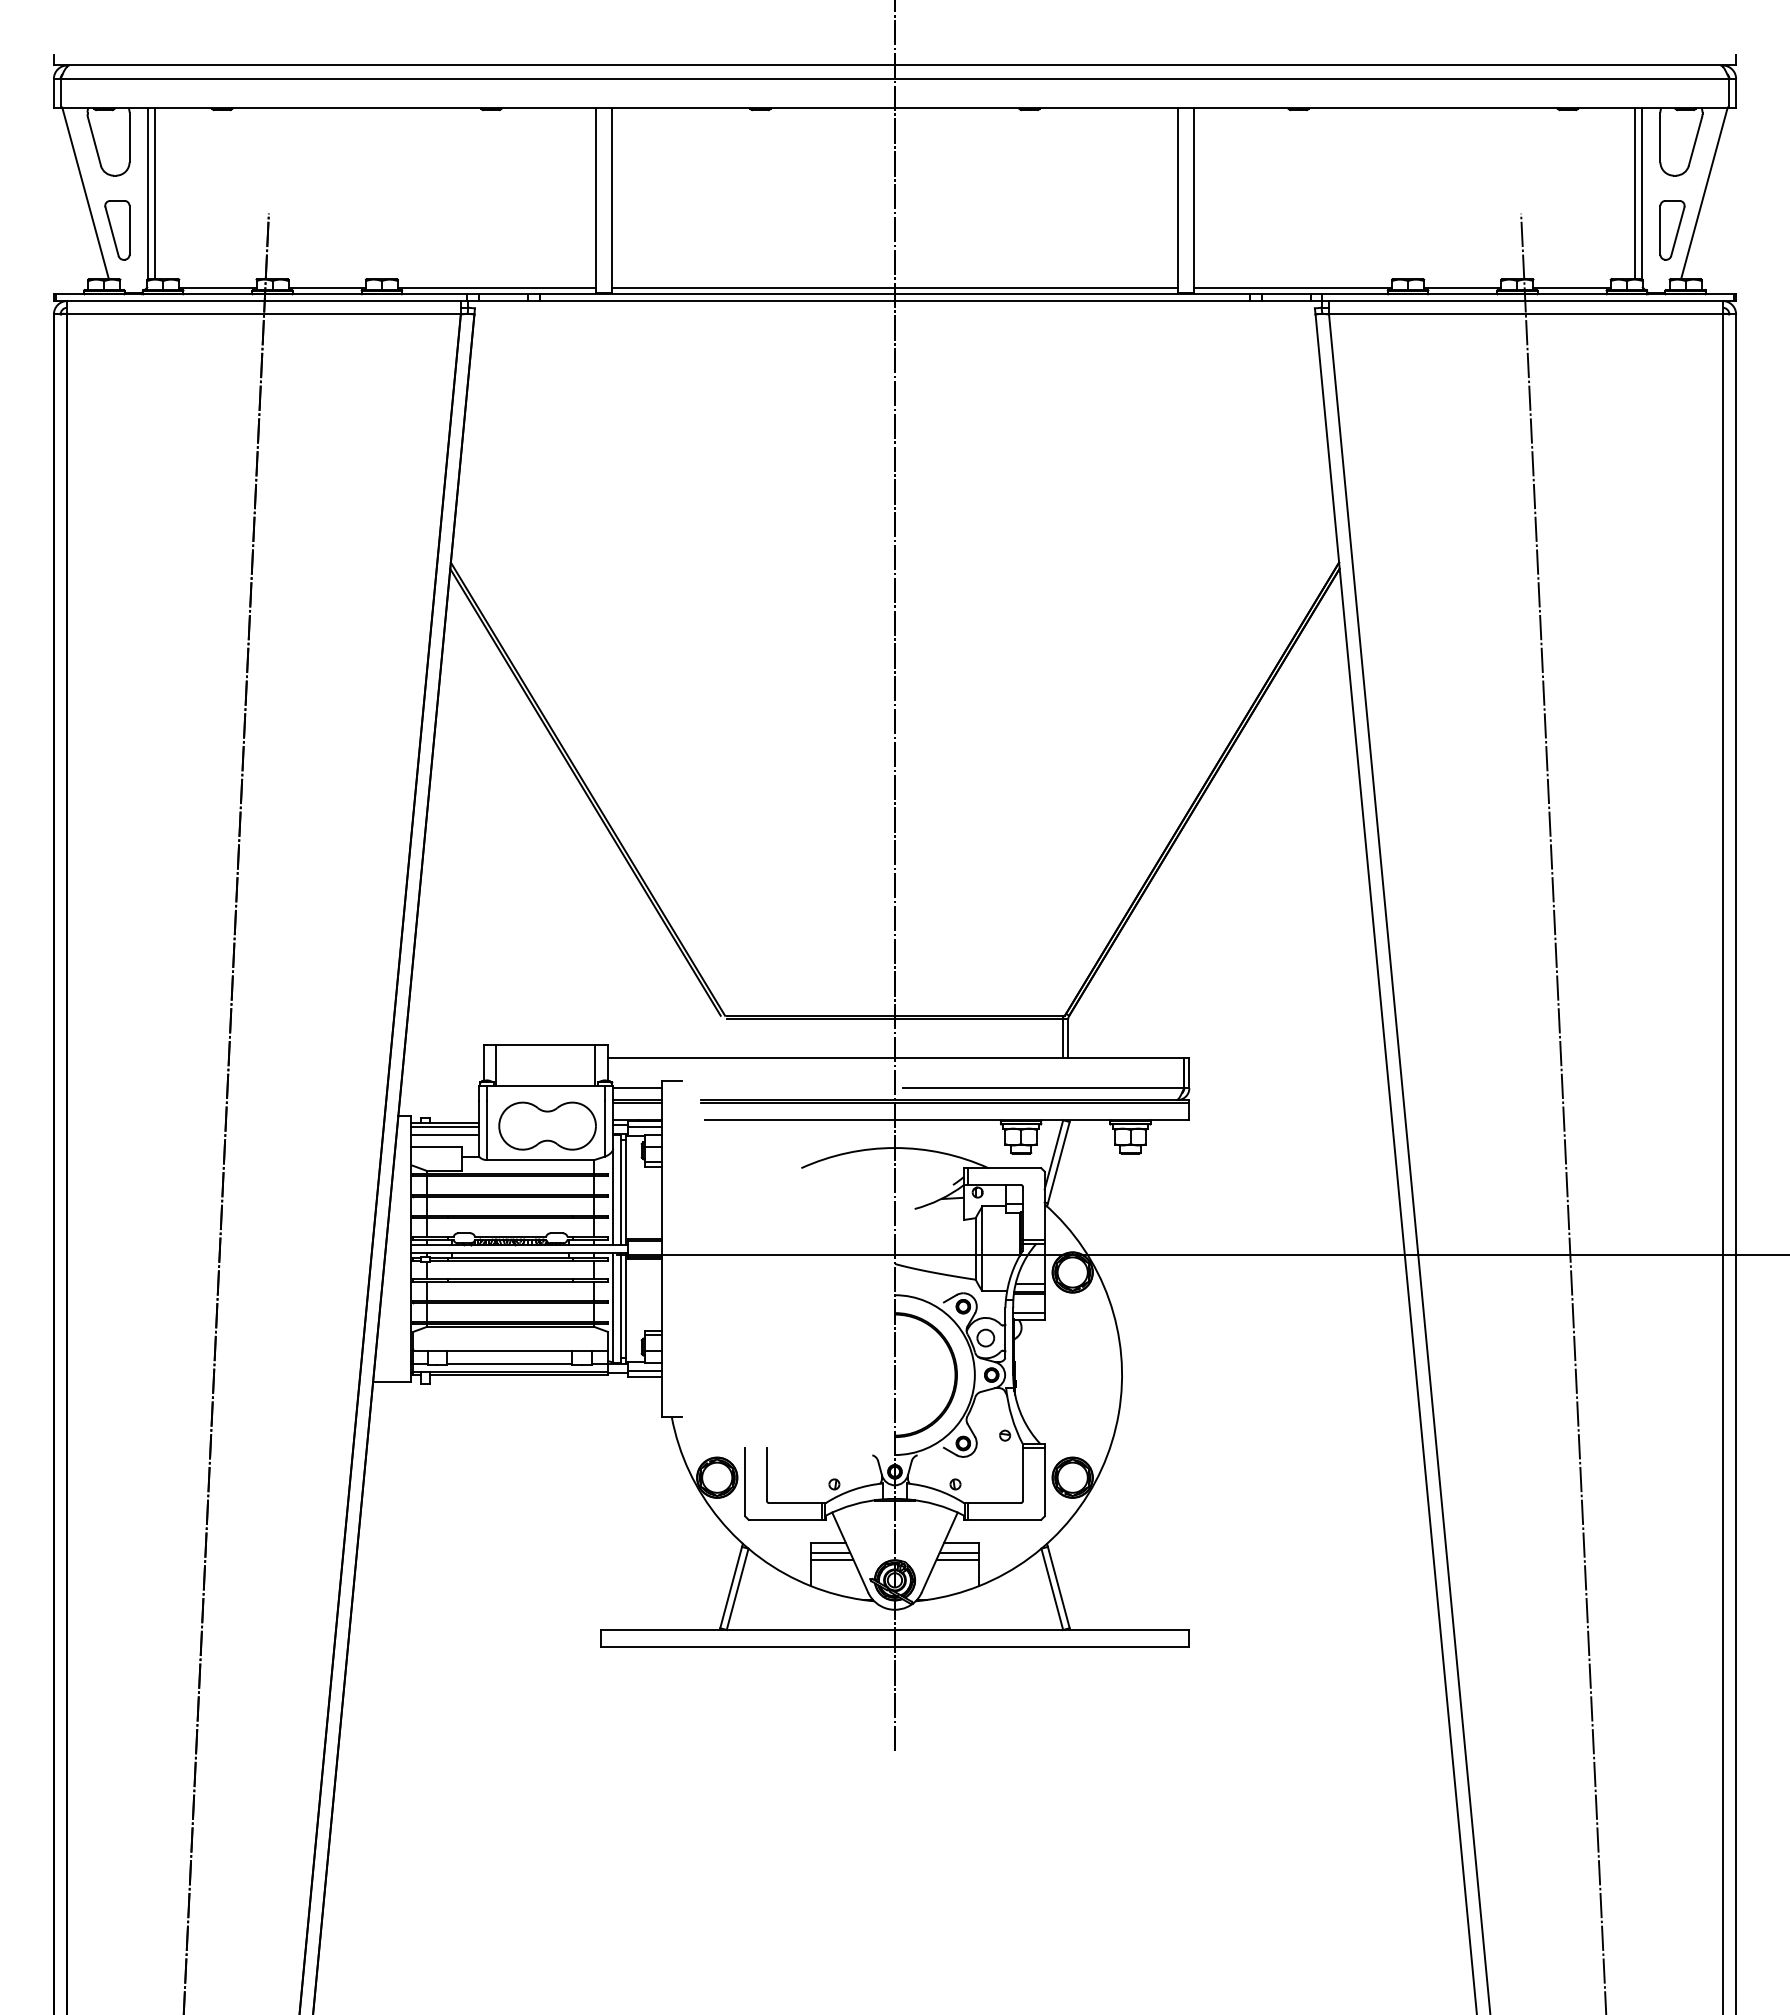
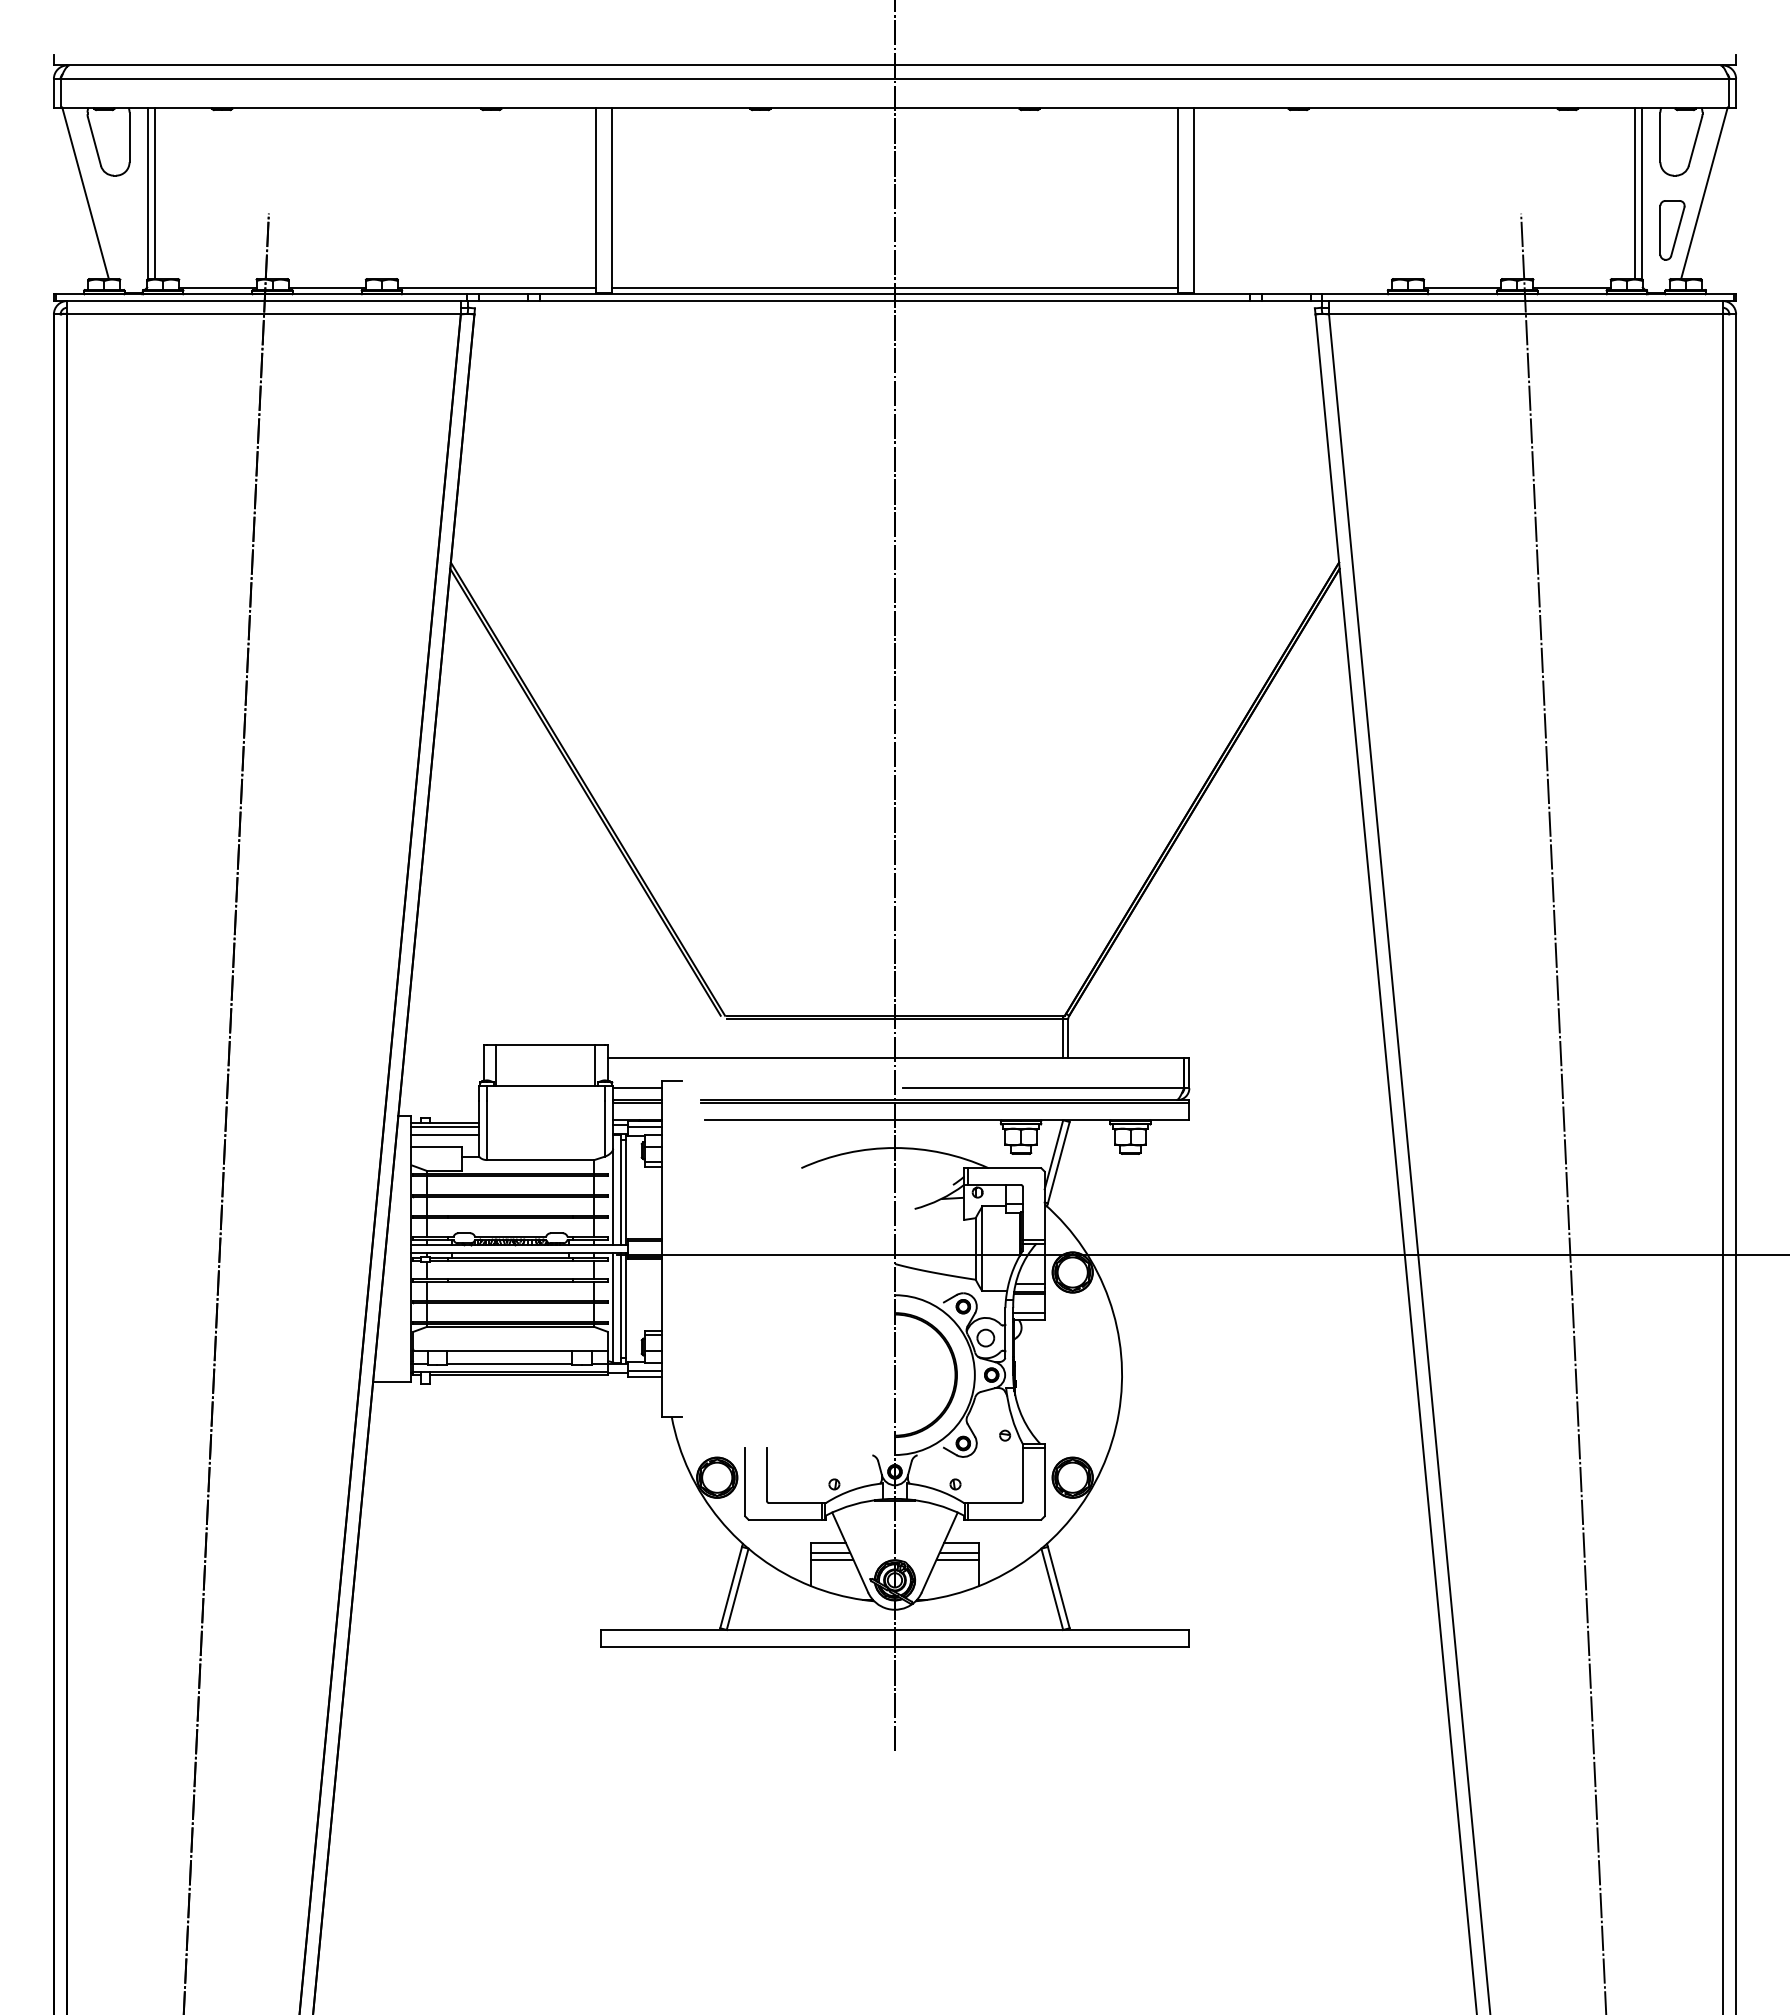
part at (117, 230): present -> none
line at (1293, 287): present -> none
part at (547, 1125): present -> none
